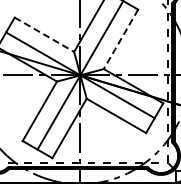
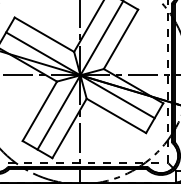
line at (44, 35): dashed -> solid
line at (120, 39): dashed -> solid
